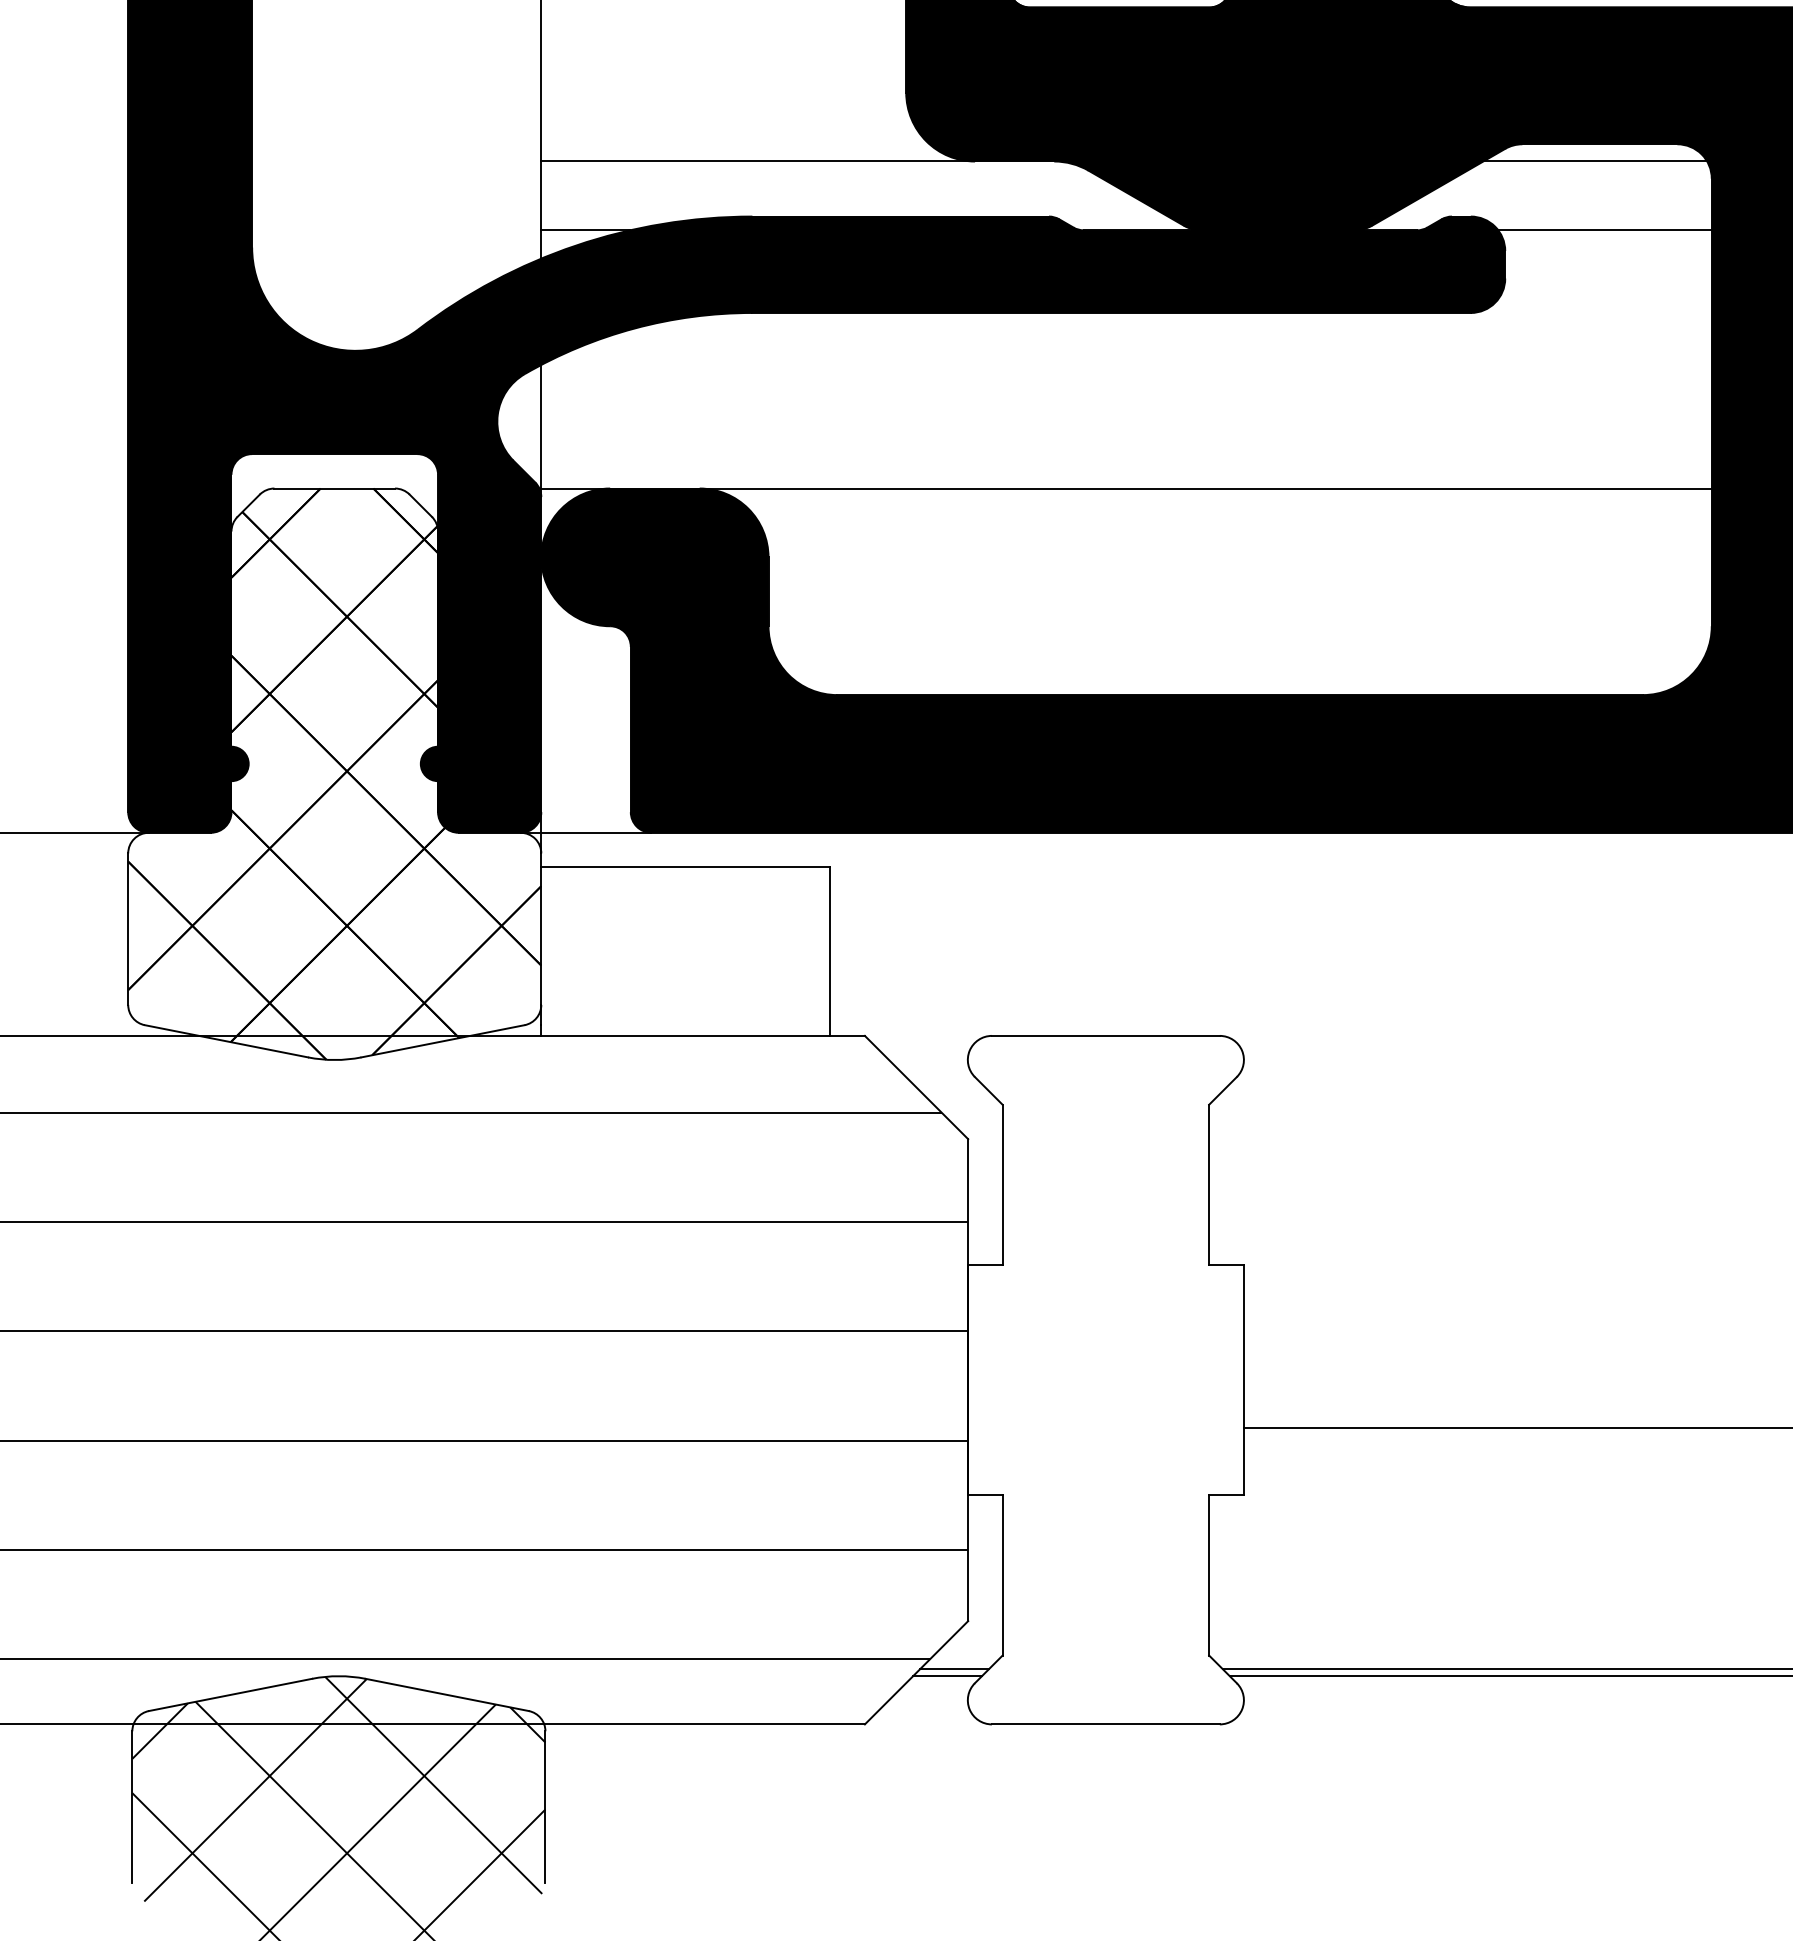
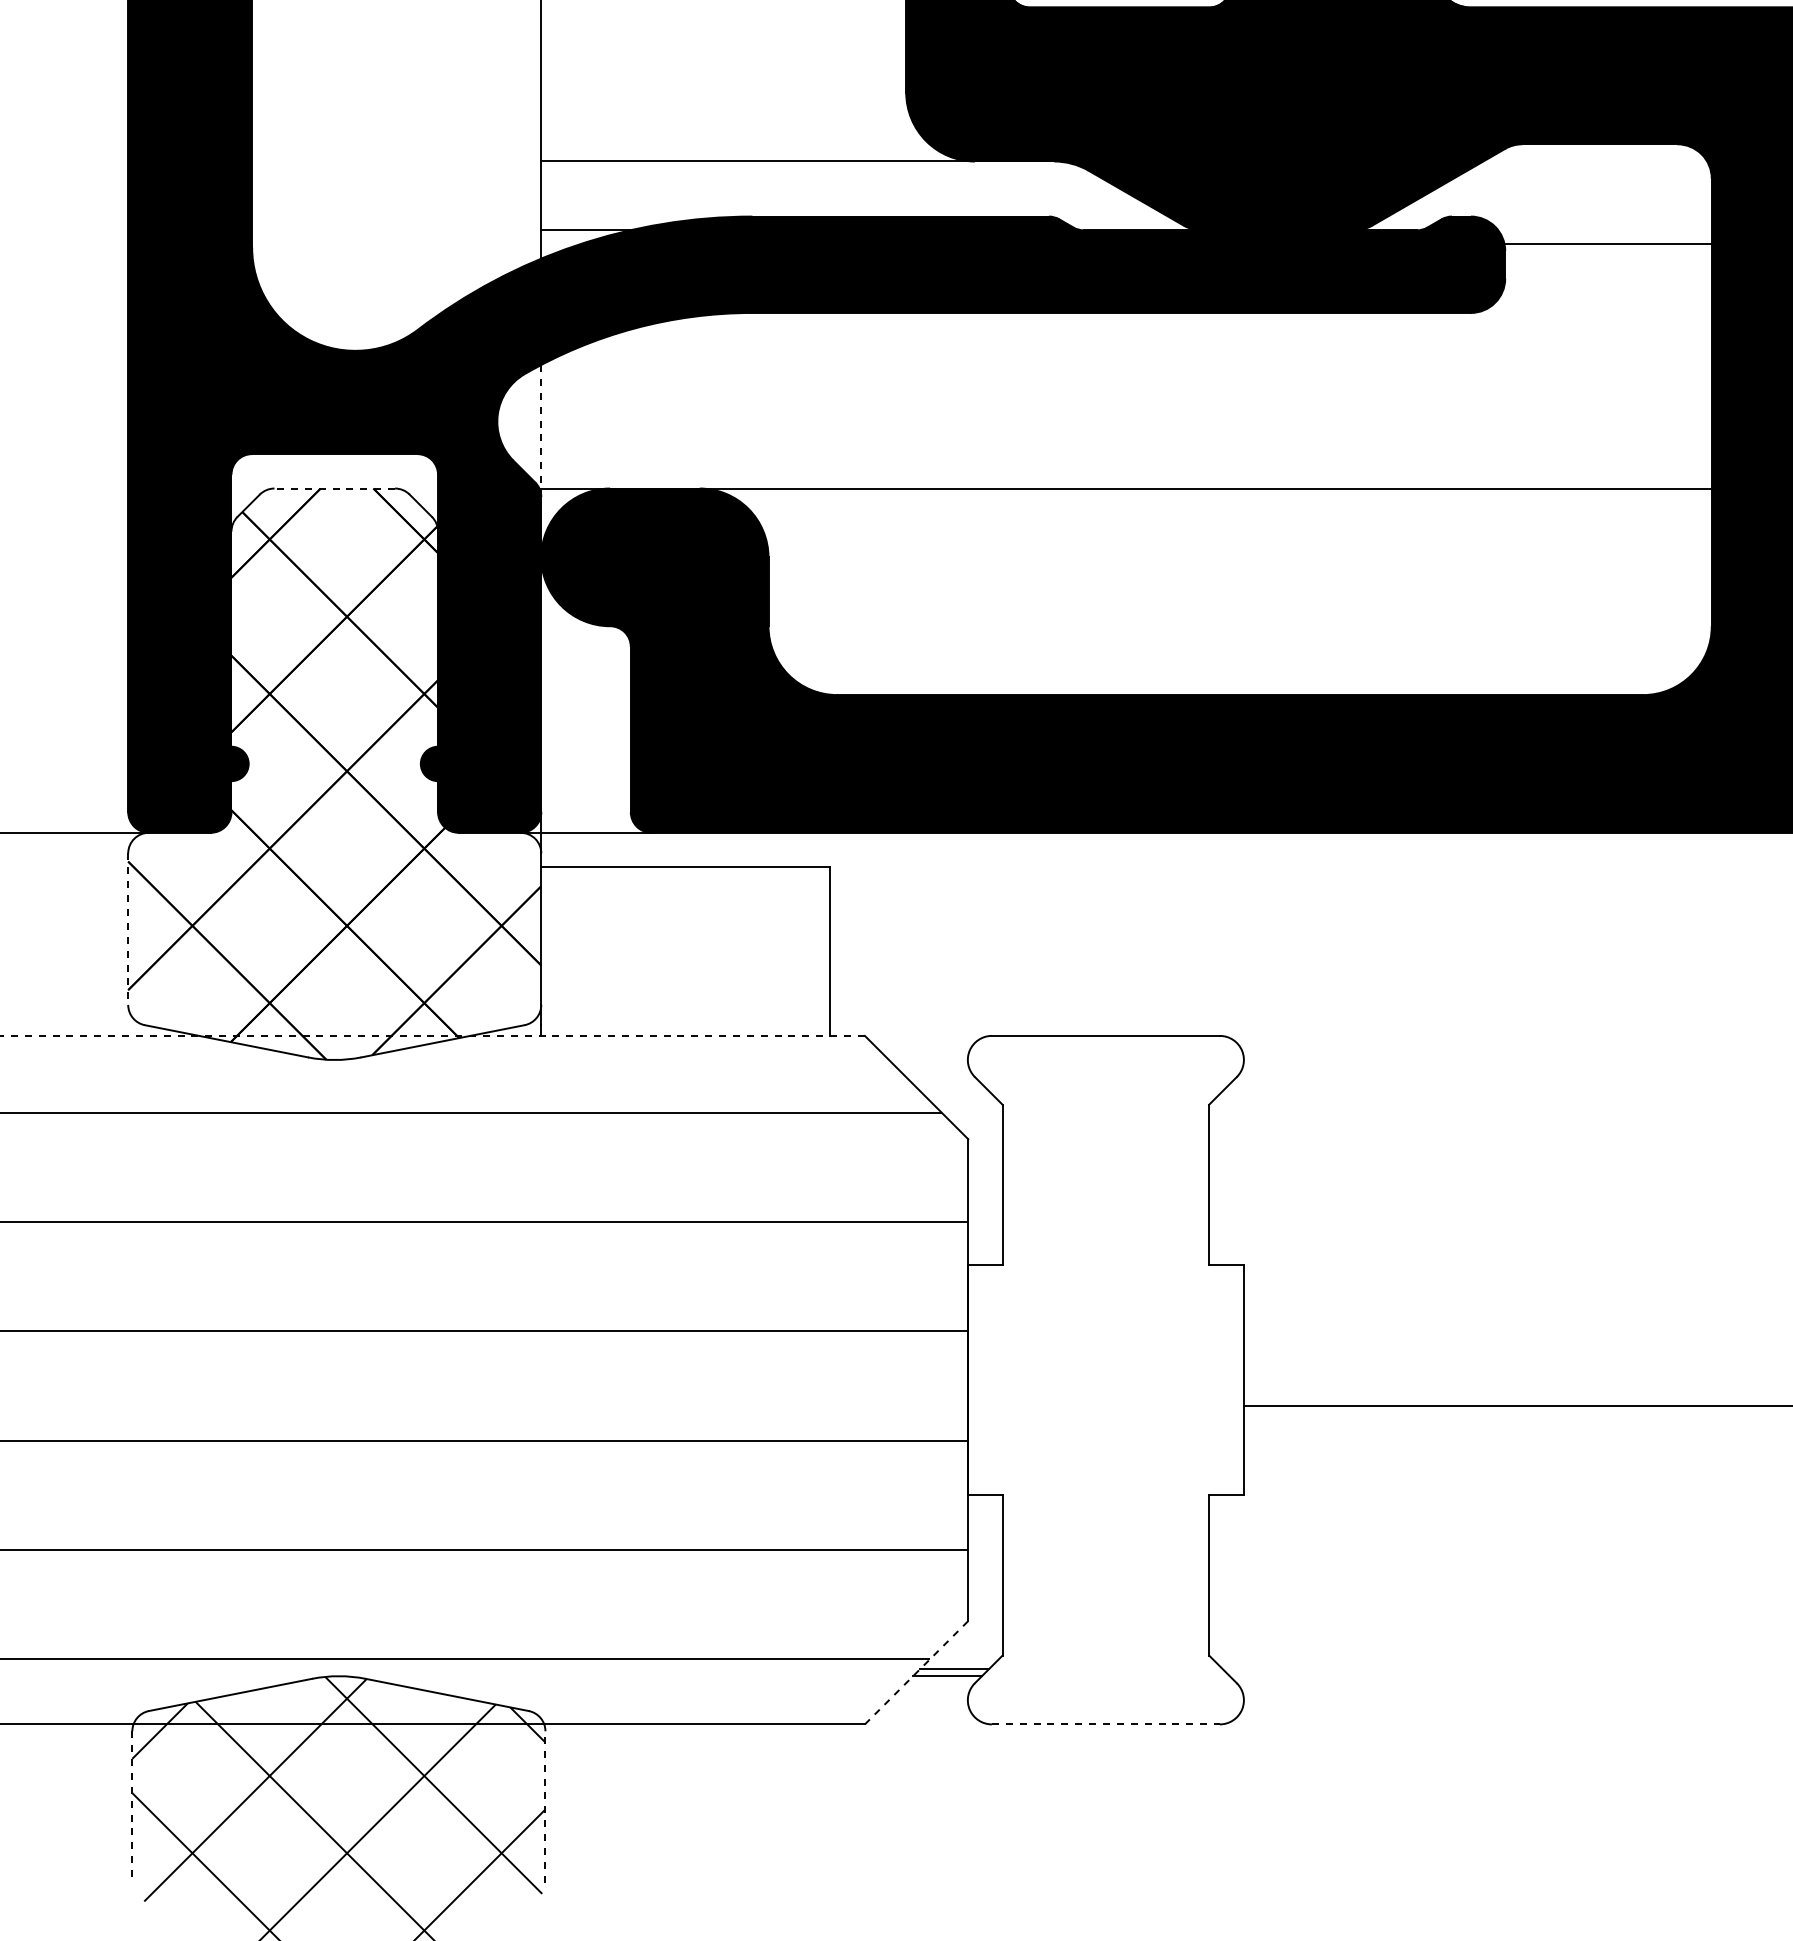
line at (1595, 161): present -> none
line at (1604, 230) position: (1604, 230) -> (1604, 244)
line at (541, 431): solid -> dashed
line at (334, 488): solid -> dashed
line at (128, 929): solid -> dashed
line at (431, 1035): solid -> dashed
line at (1516, 1428) position: (1516, 1428) -> (1516, 1406)
line at (1505, 1669): present -> none
line at (916, 1672): solid -> dashed
line at (1509, 1676): present -> none
line at (1105, 1724): solid -> dashed
line at (132, 1807): solid -> dashed
line at (545, 1807): solid -> dashed
